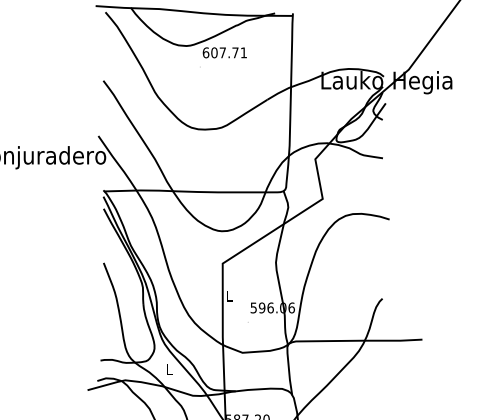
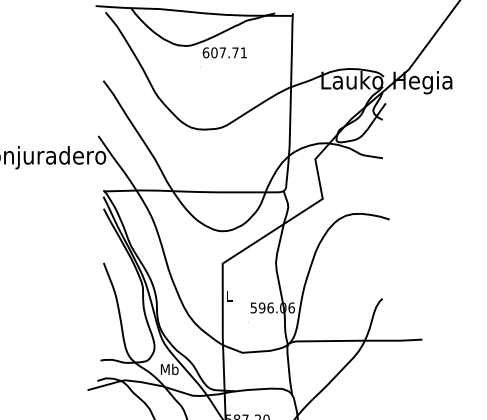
text at (169, 368): L -> Mb
